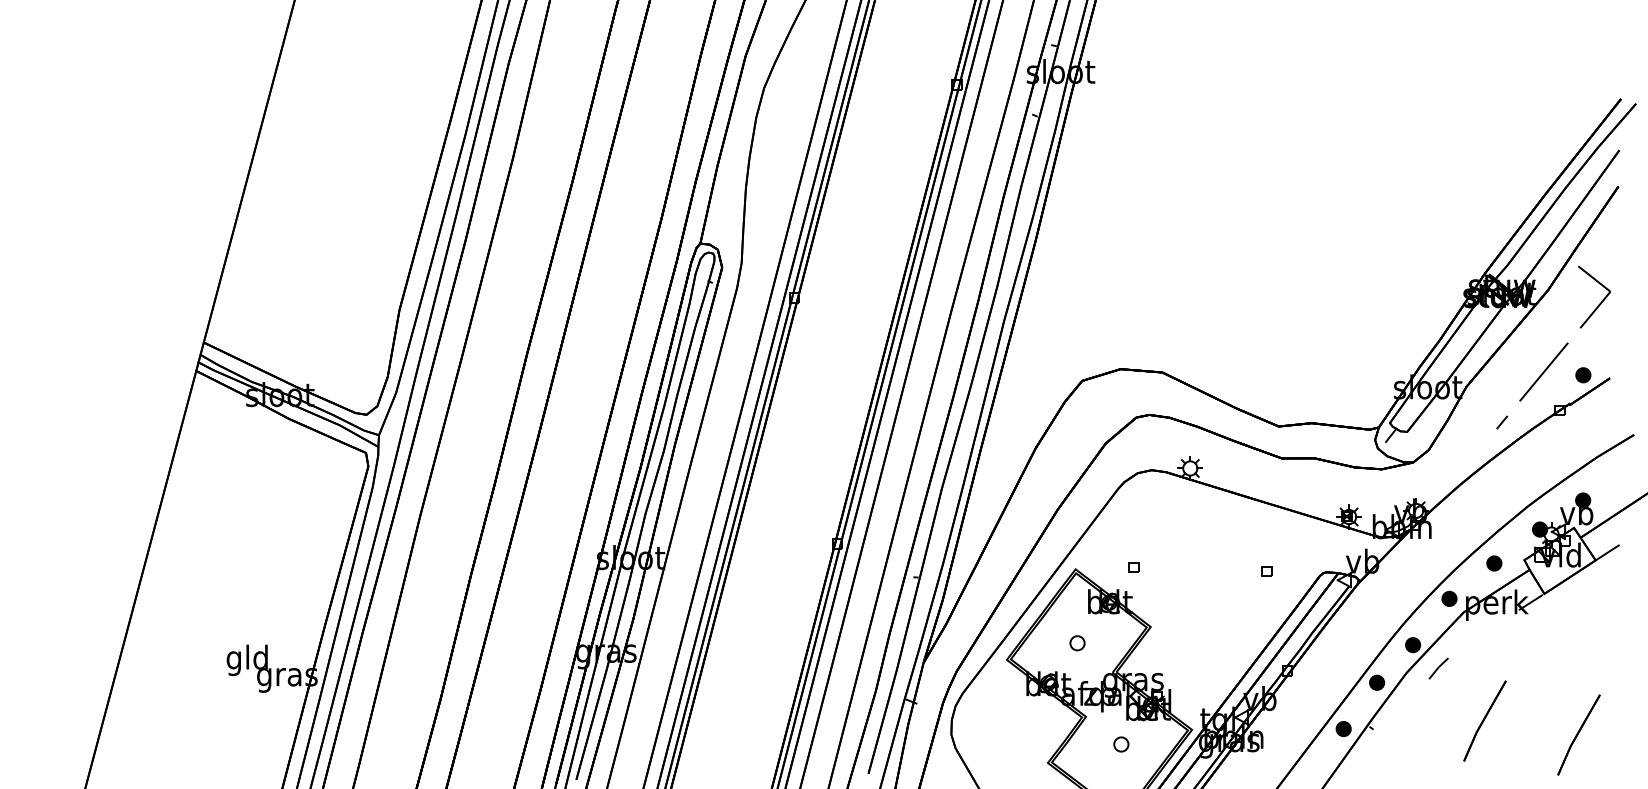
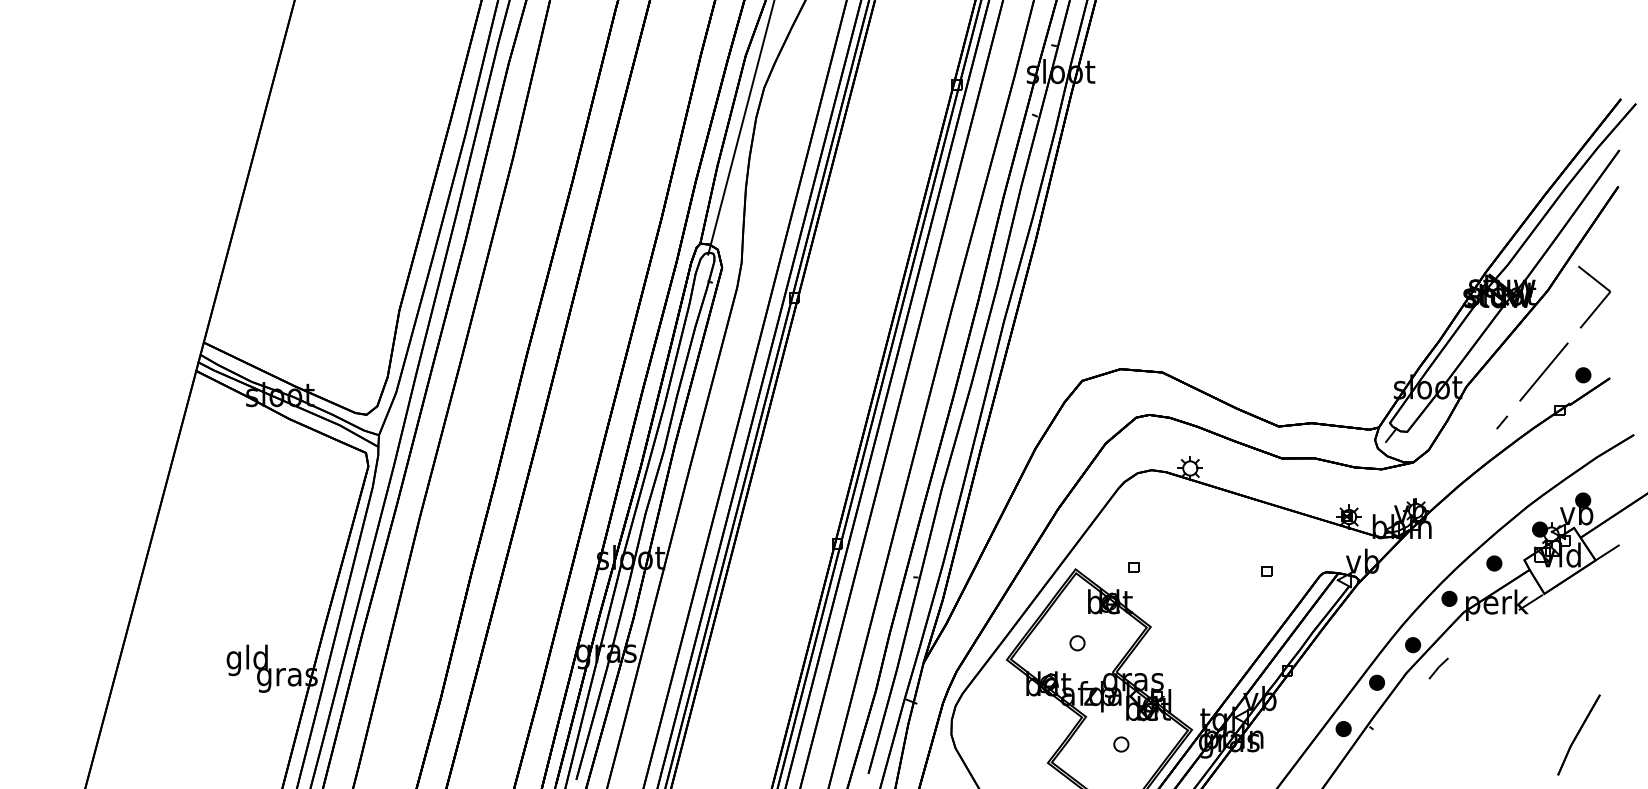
line at (740, 128): none -> present
part at (1484, 720): present -> none
